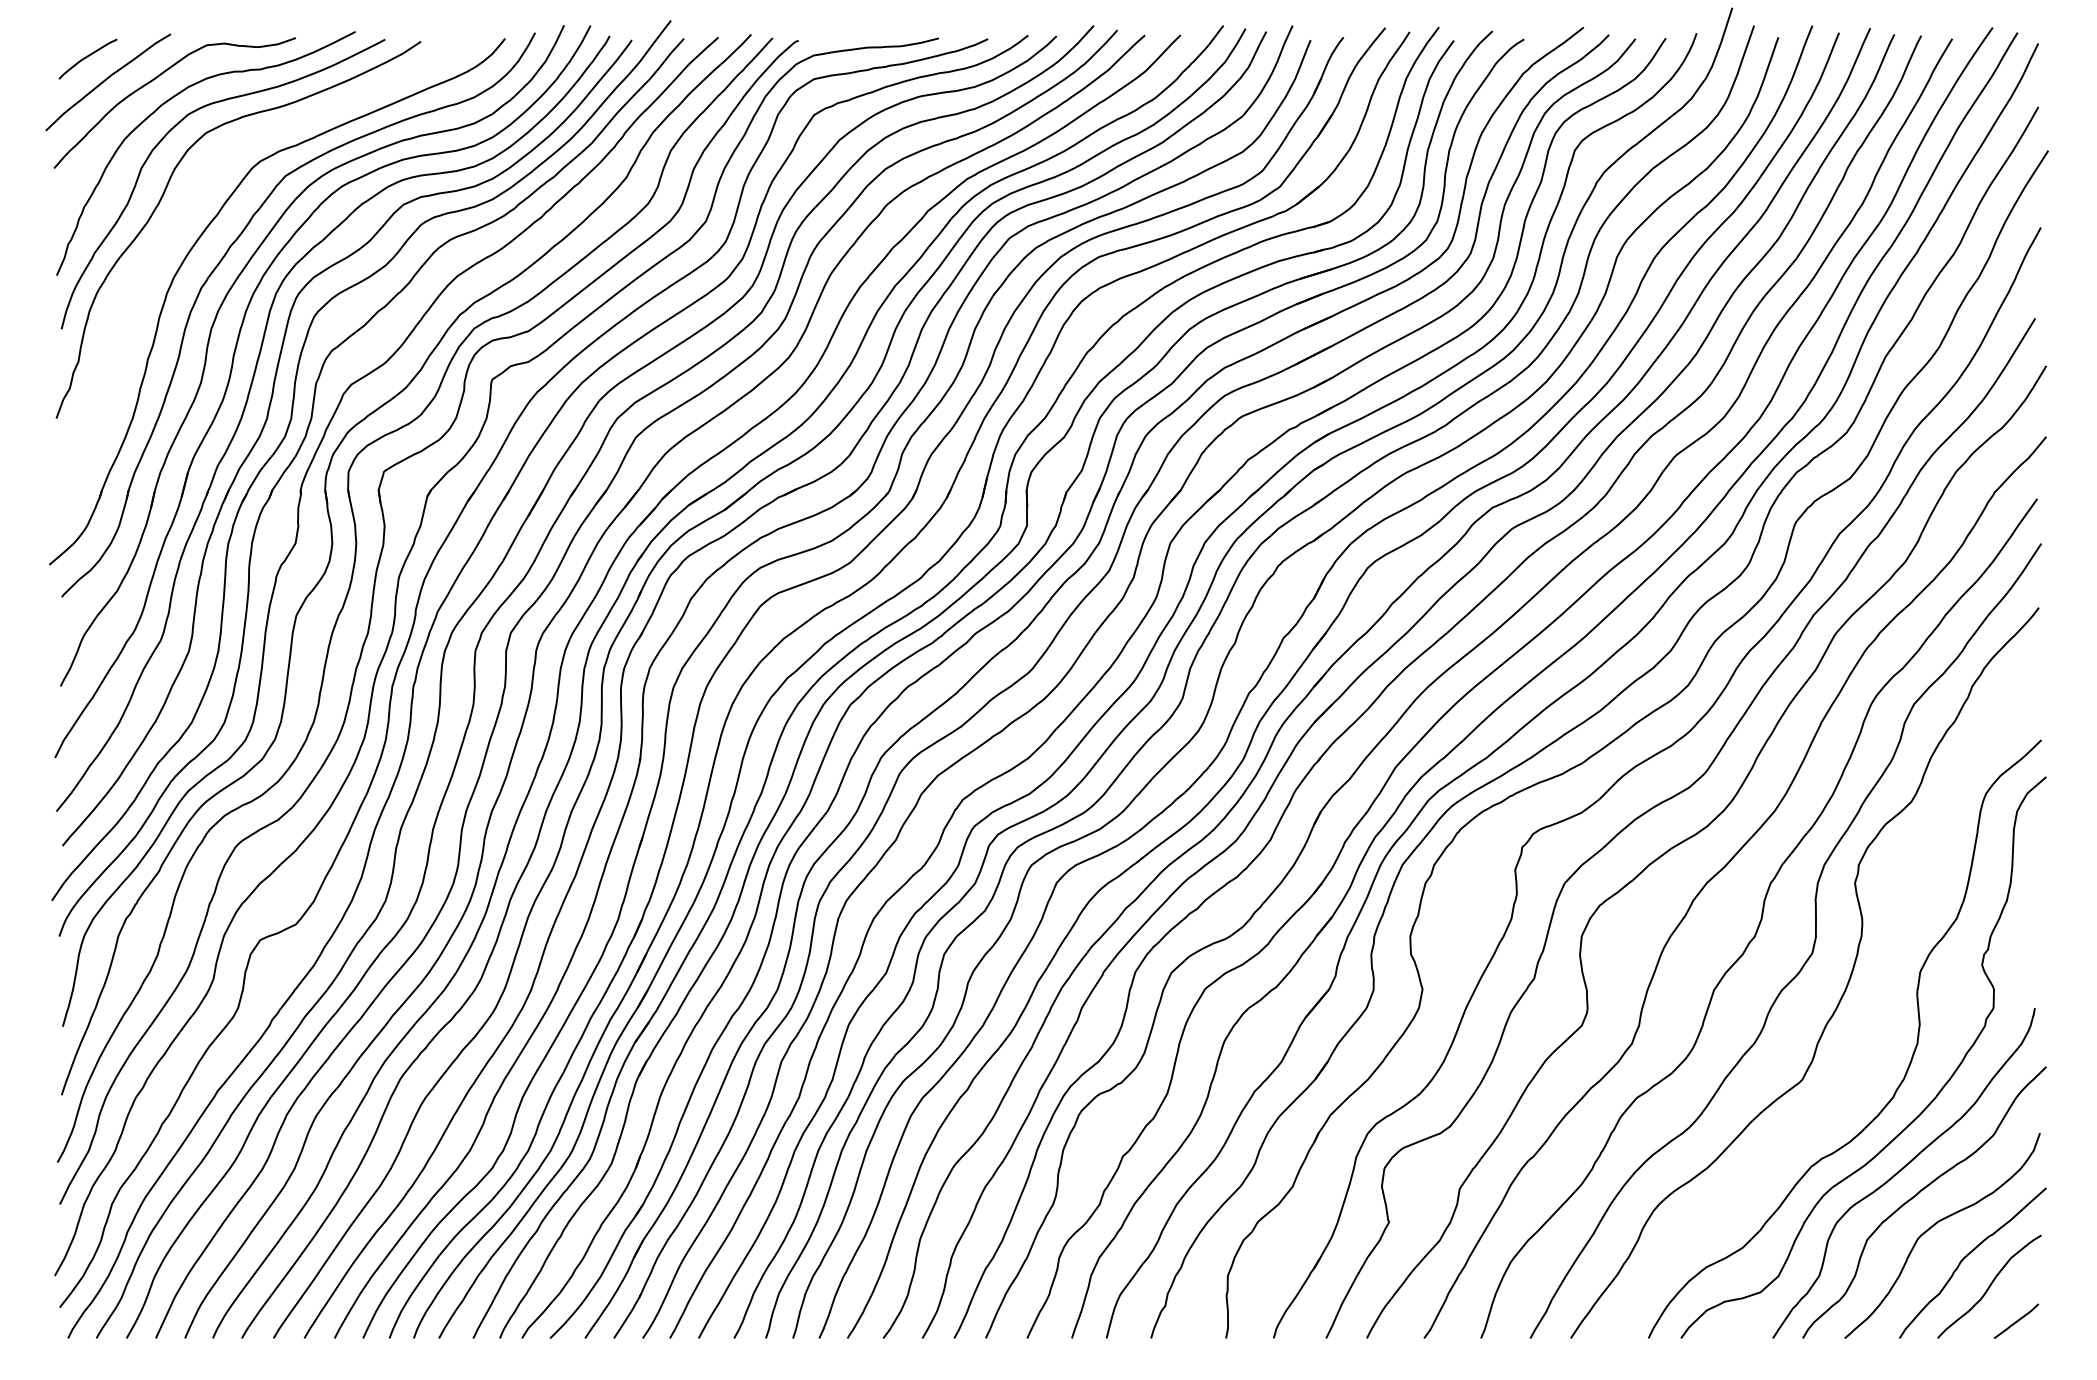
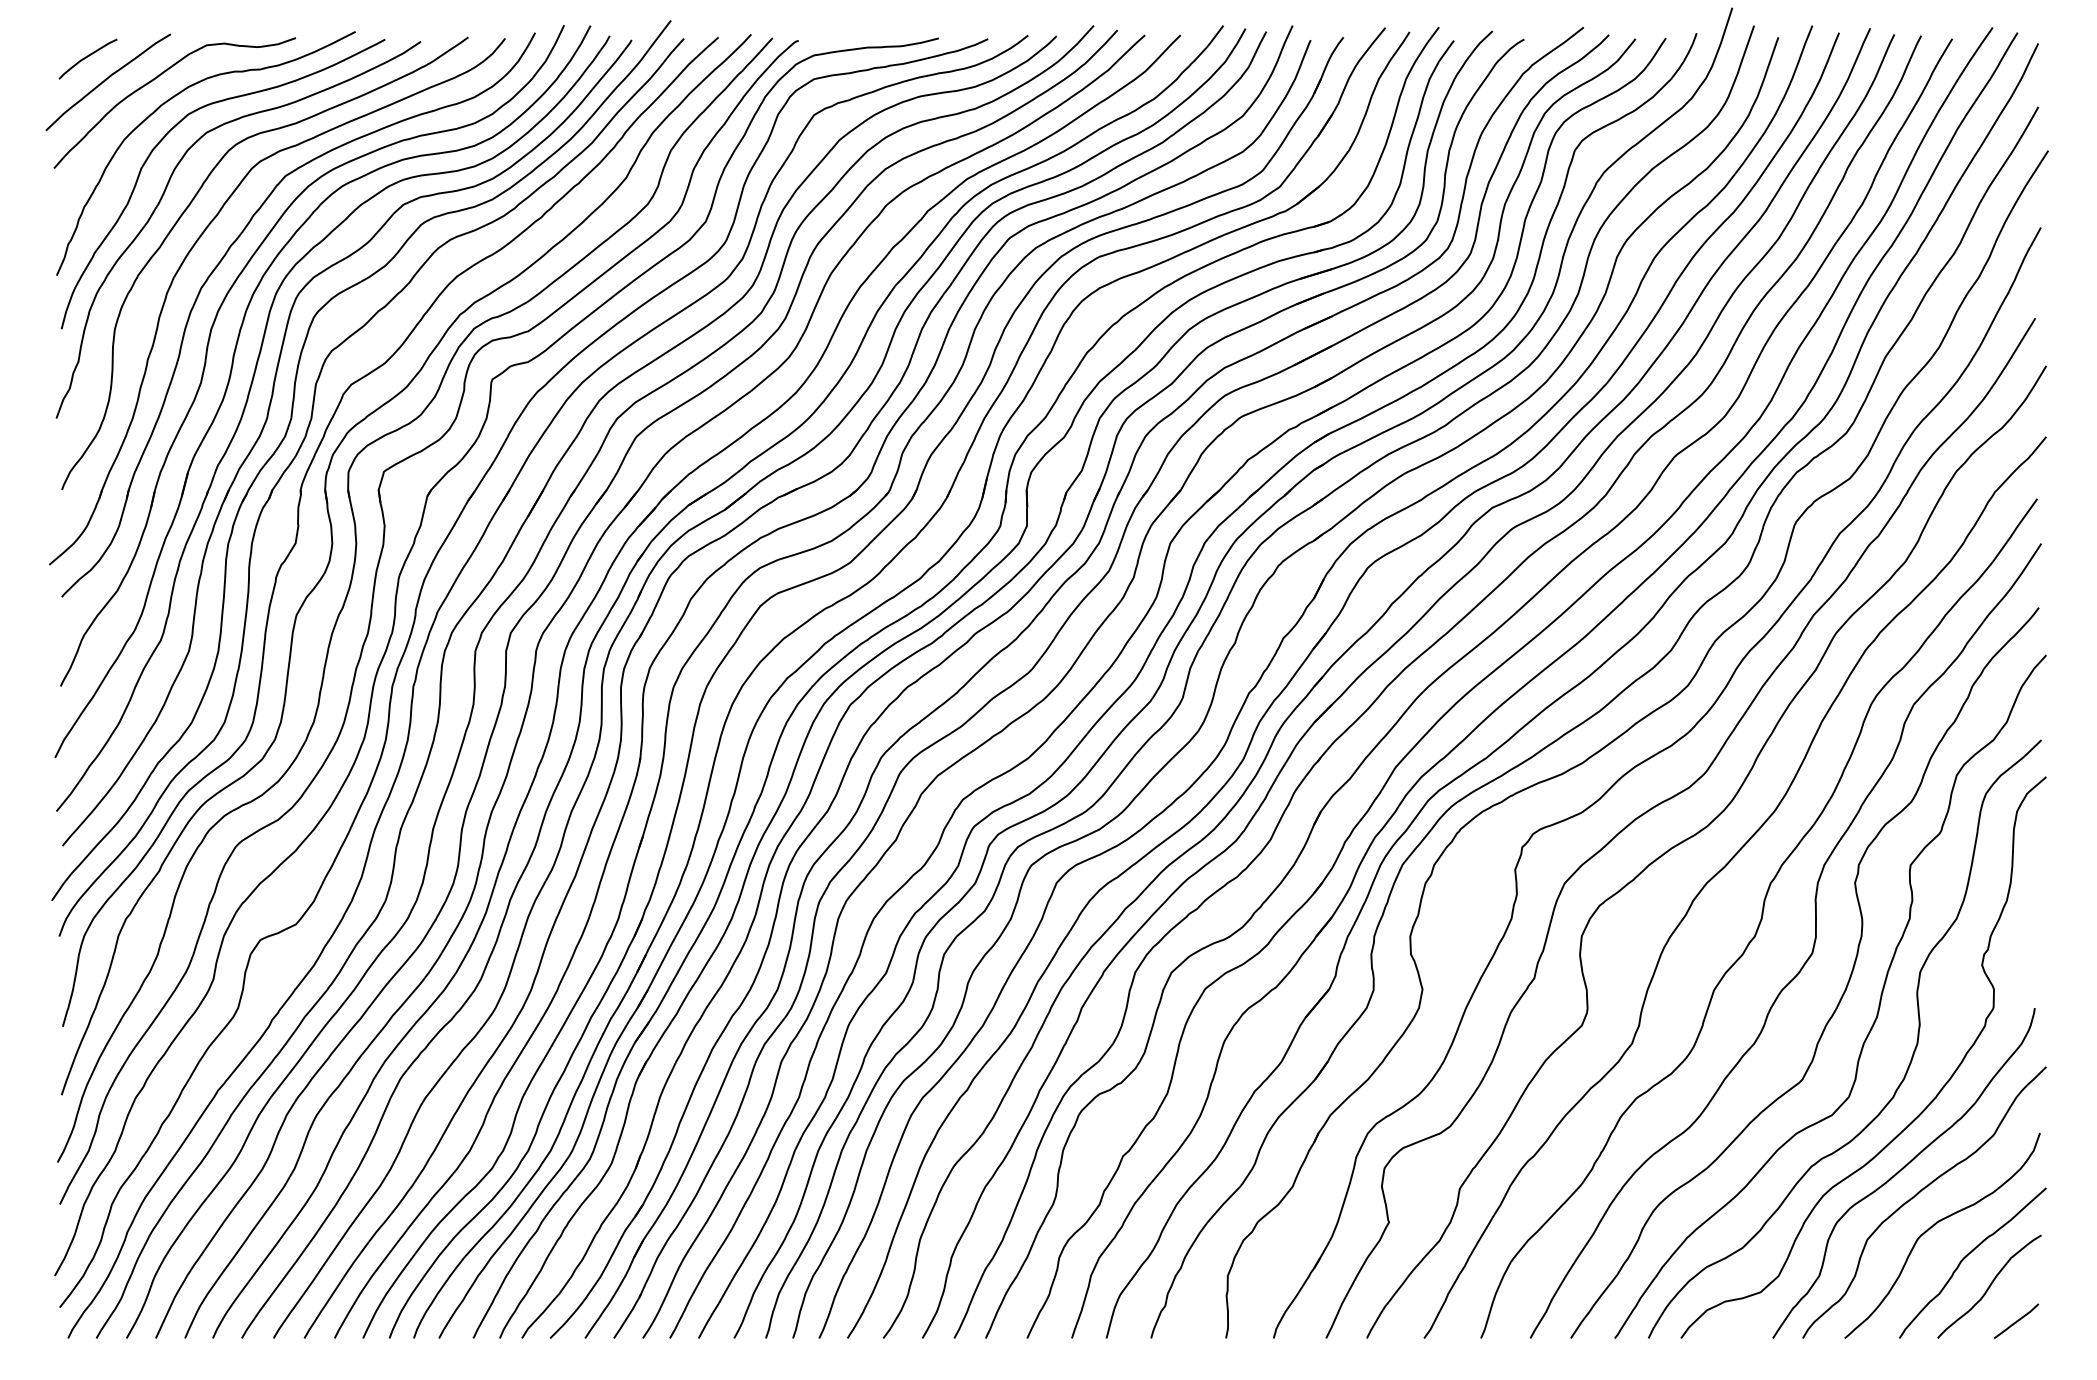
curve at (190, 205): none -> present
curve at (1878, 1004): none -> present
